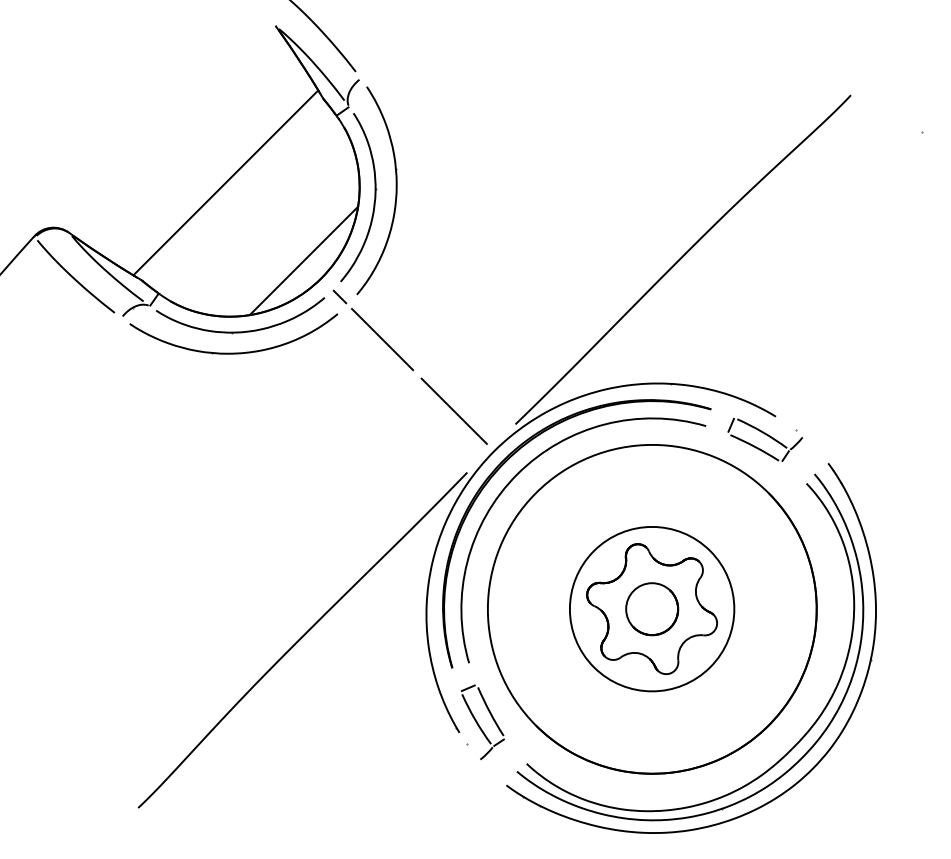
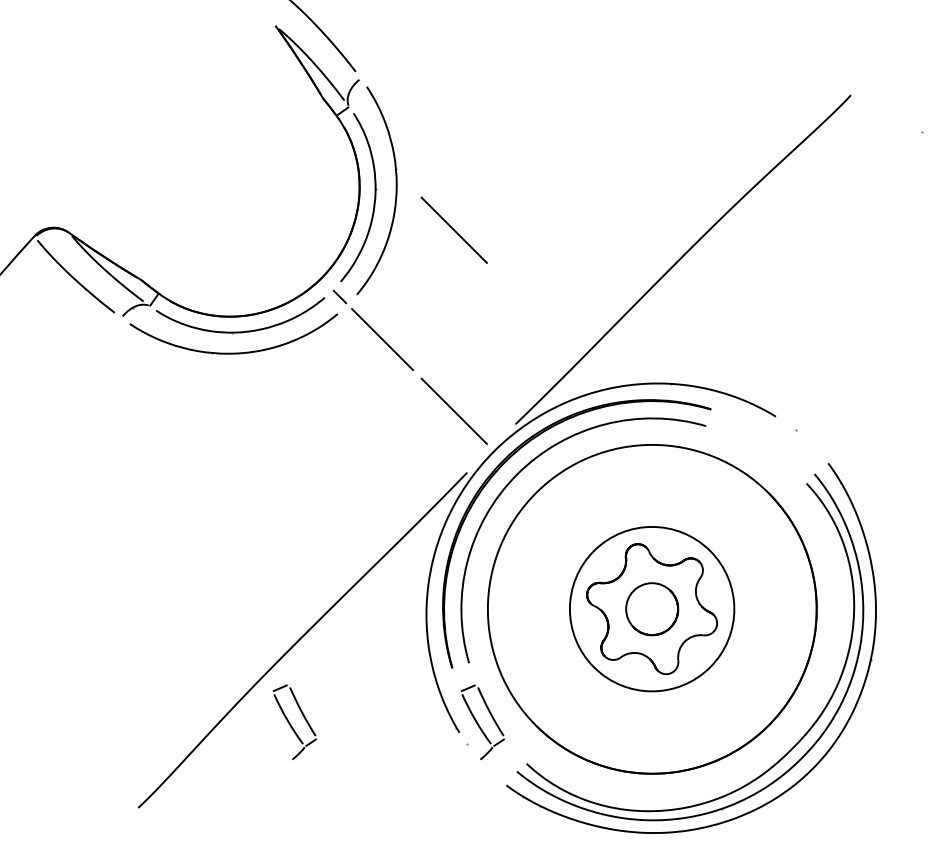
line at (225, 182): present -> none
line at (453, 229): none -> present
line at (303, 260): present -> none
part at (764, 439): present -> none
part at (294, 721): none -> present
